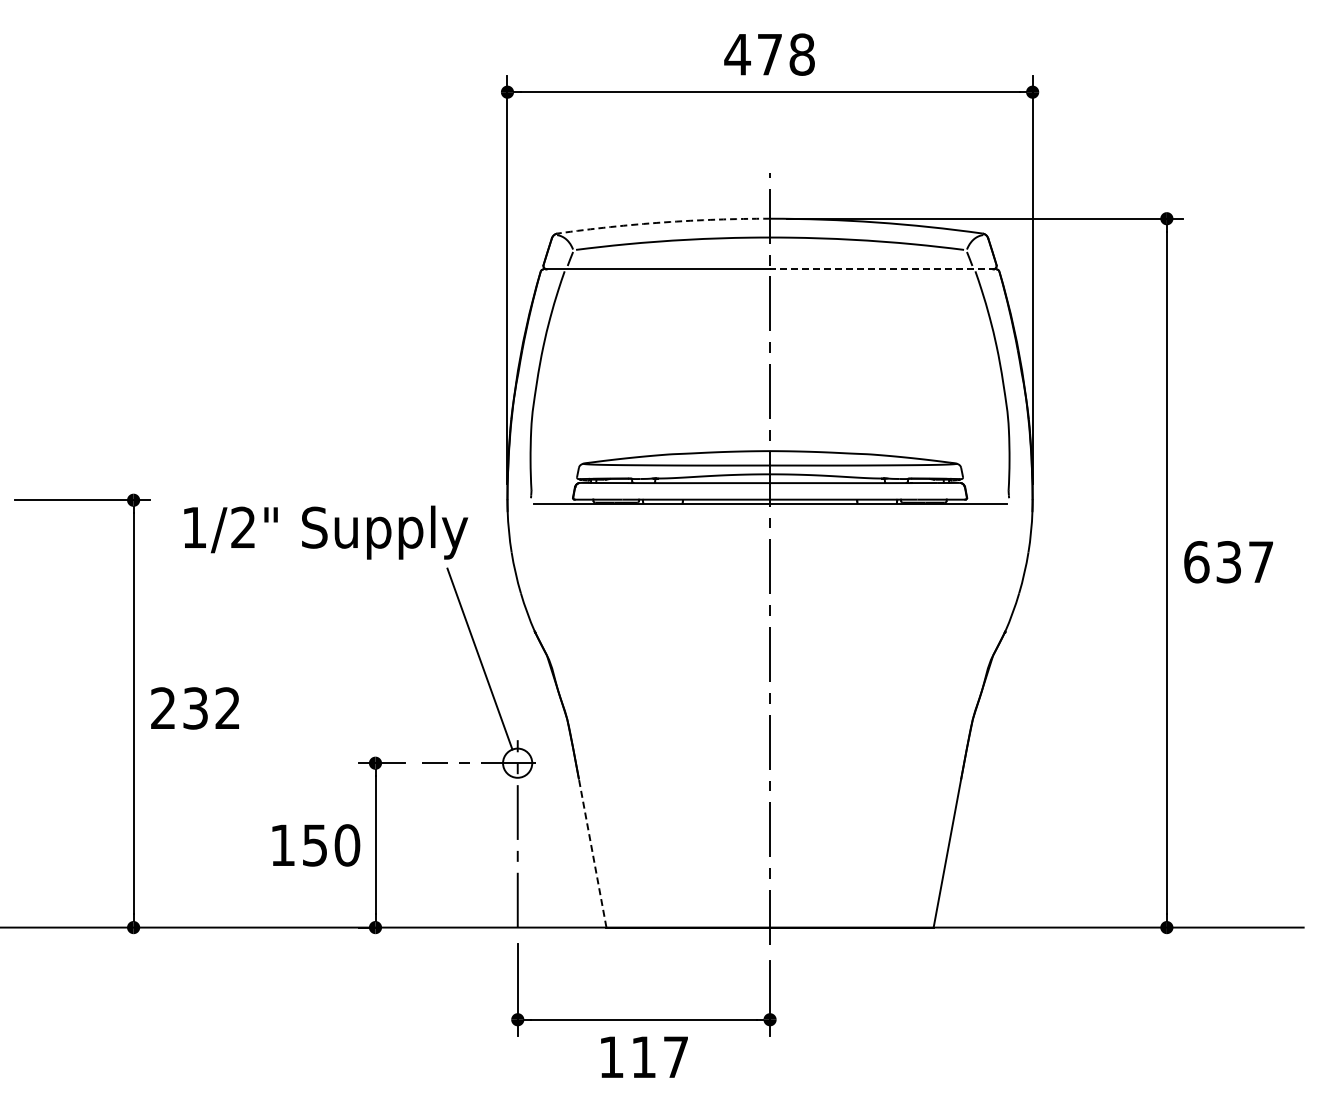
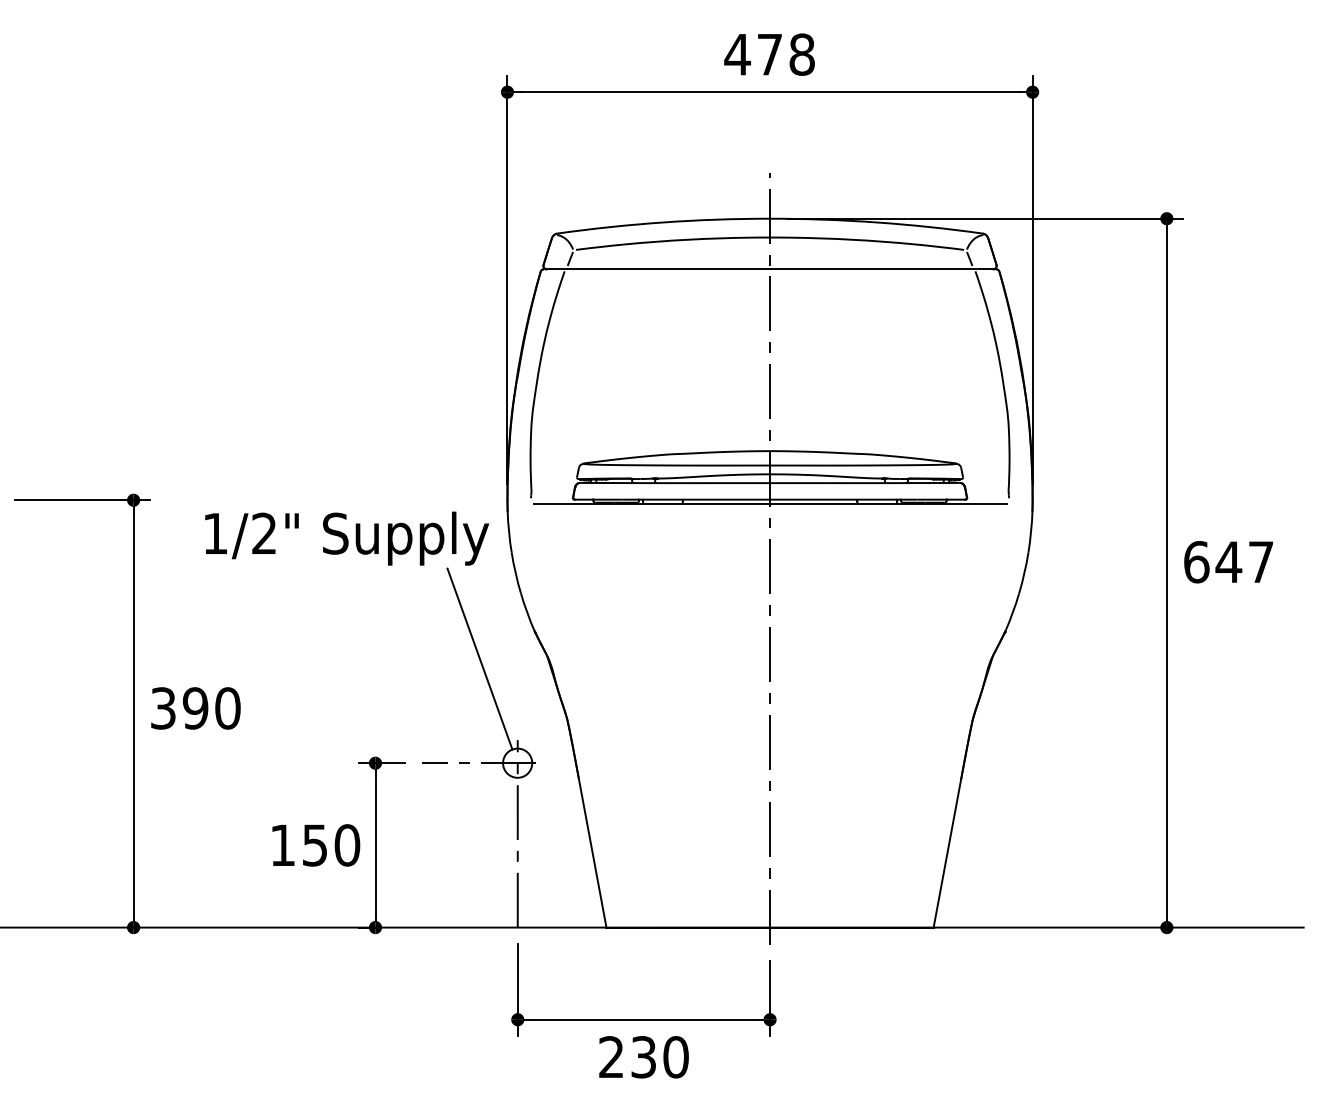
arc at (663, 222): dashed -> solid
line at (882, 269): dashed -> solid
text at (326, 532) position: (326, 532) -> (347, 538)
text at (1228, 562): 637 -> 647
text at (195, 708): 232 -> 390
line at (592, 853): dashed -> solid
text at (643, 1057): 117 -> 230
